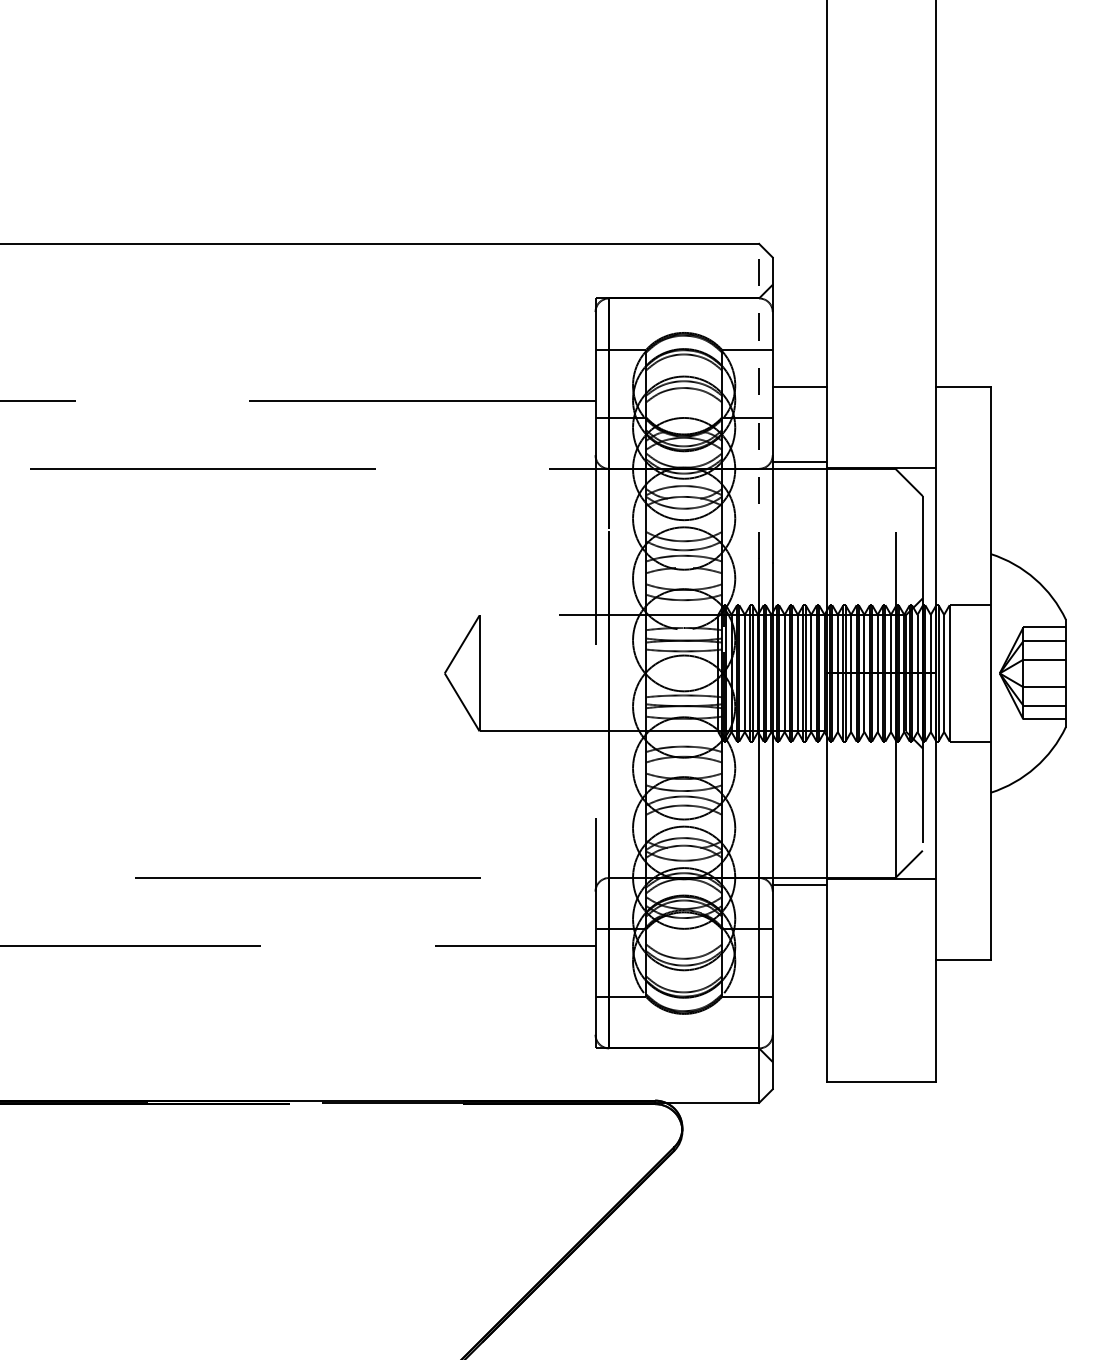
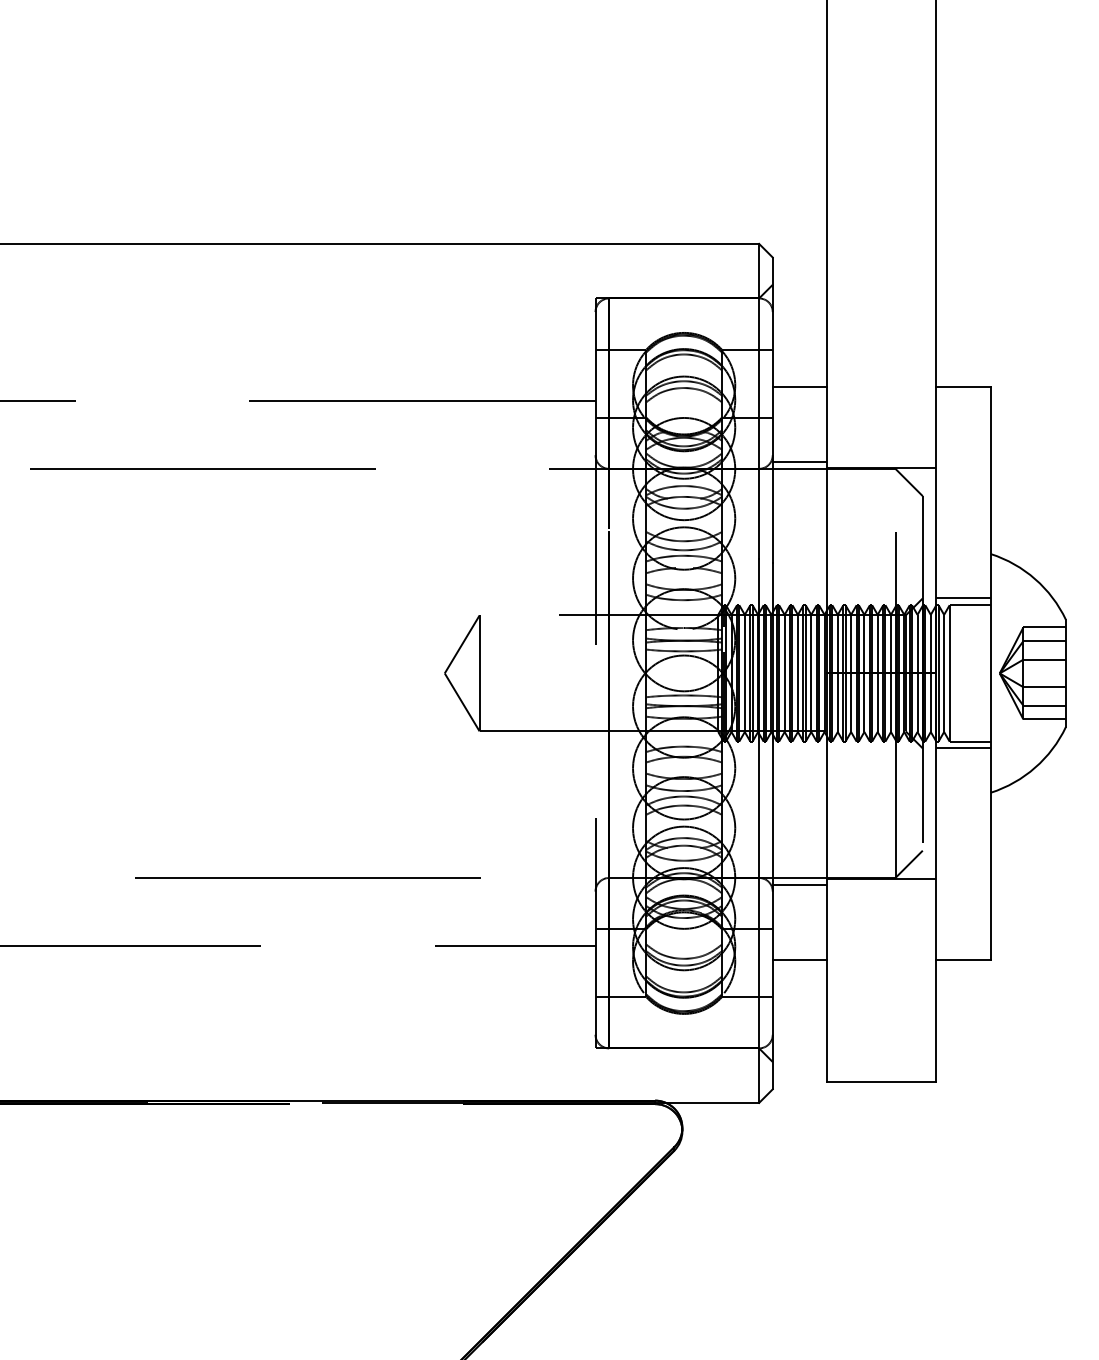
line at (759, 401): dashed -> solid
line at (963, 598): none -> present
line at (963, 748): none -> present
line at (799, 959): none -> present
